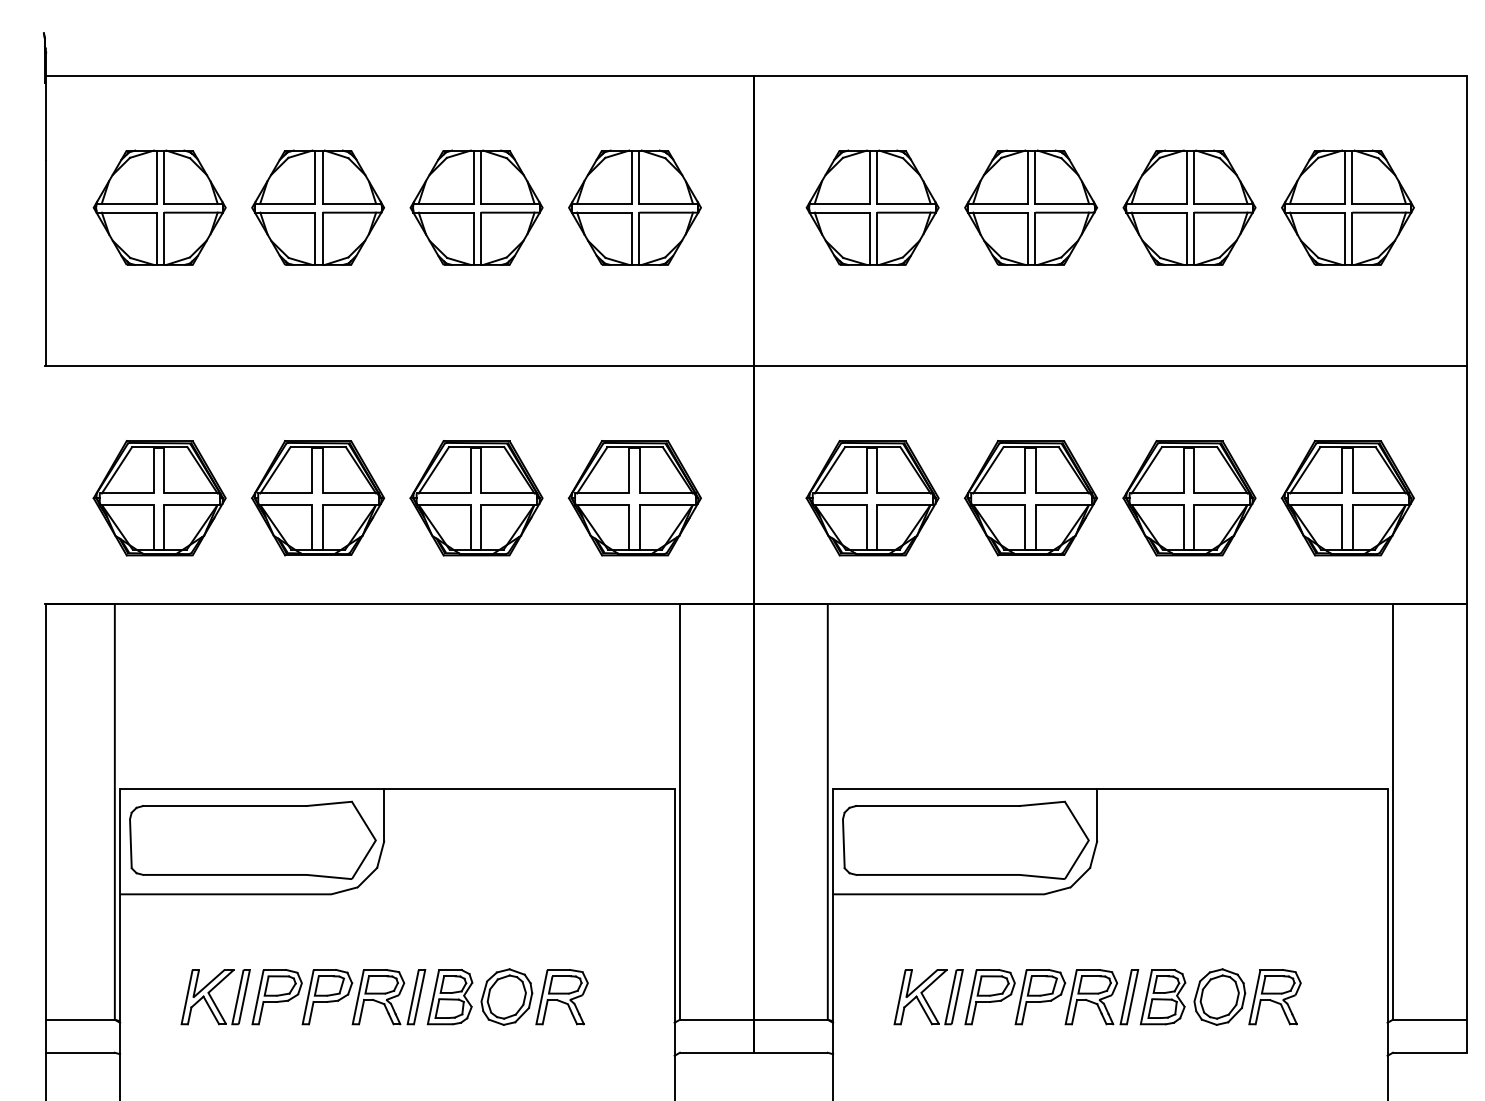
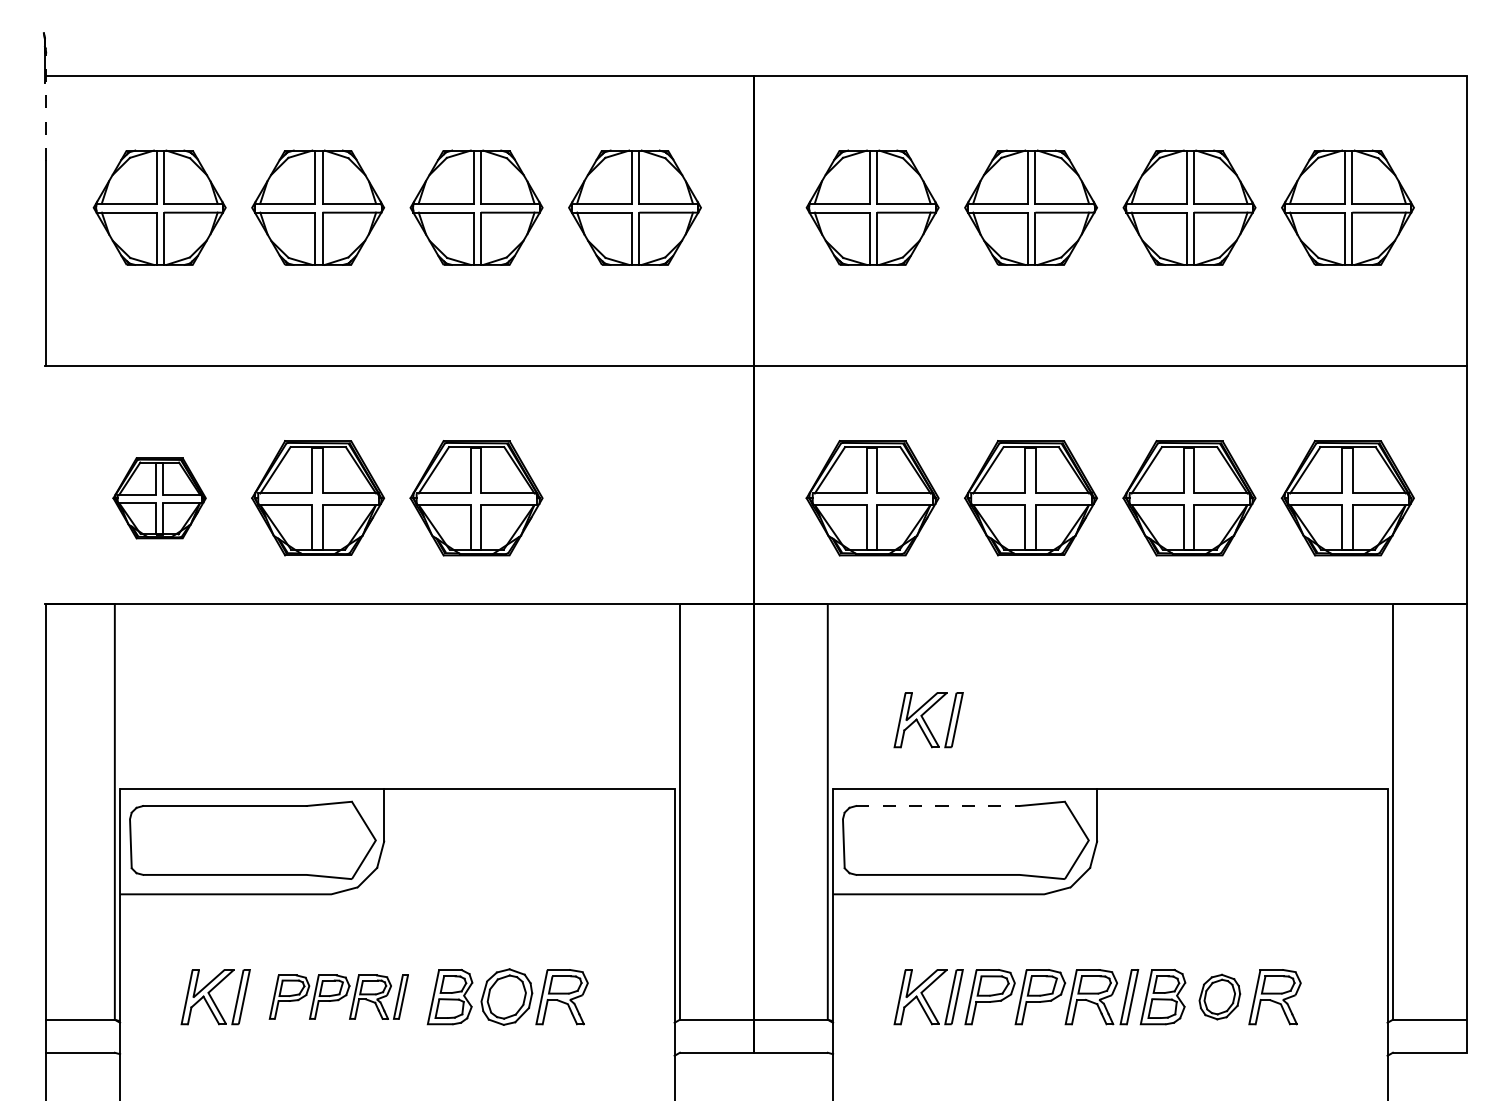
line at (46, 107): solid -> dashed
part at (159, 498) size: 135x117 px -> 95x83 px
part at (634, 498): present -> none
part at (928, 720): none -> present
line at (937, 806): solid -> dashed
part at (1219, 996) size: 54x58 px -> 44x48 px
part at (338, 997) size: 176x57 px -> 141x46 px
